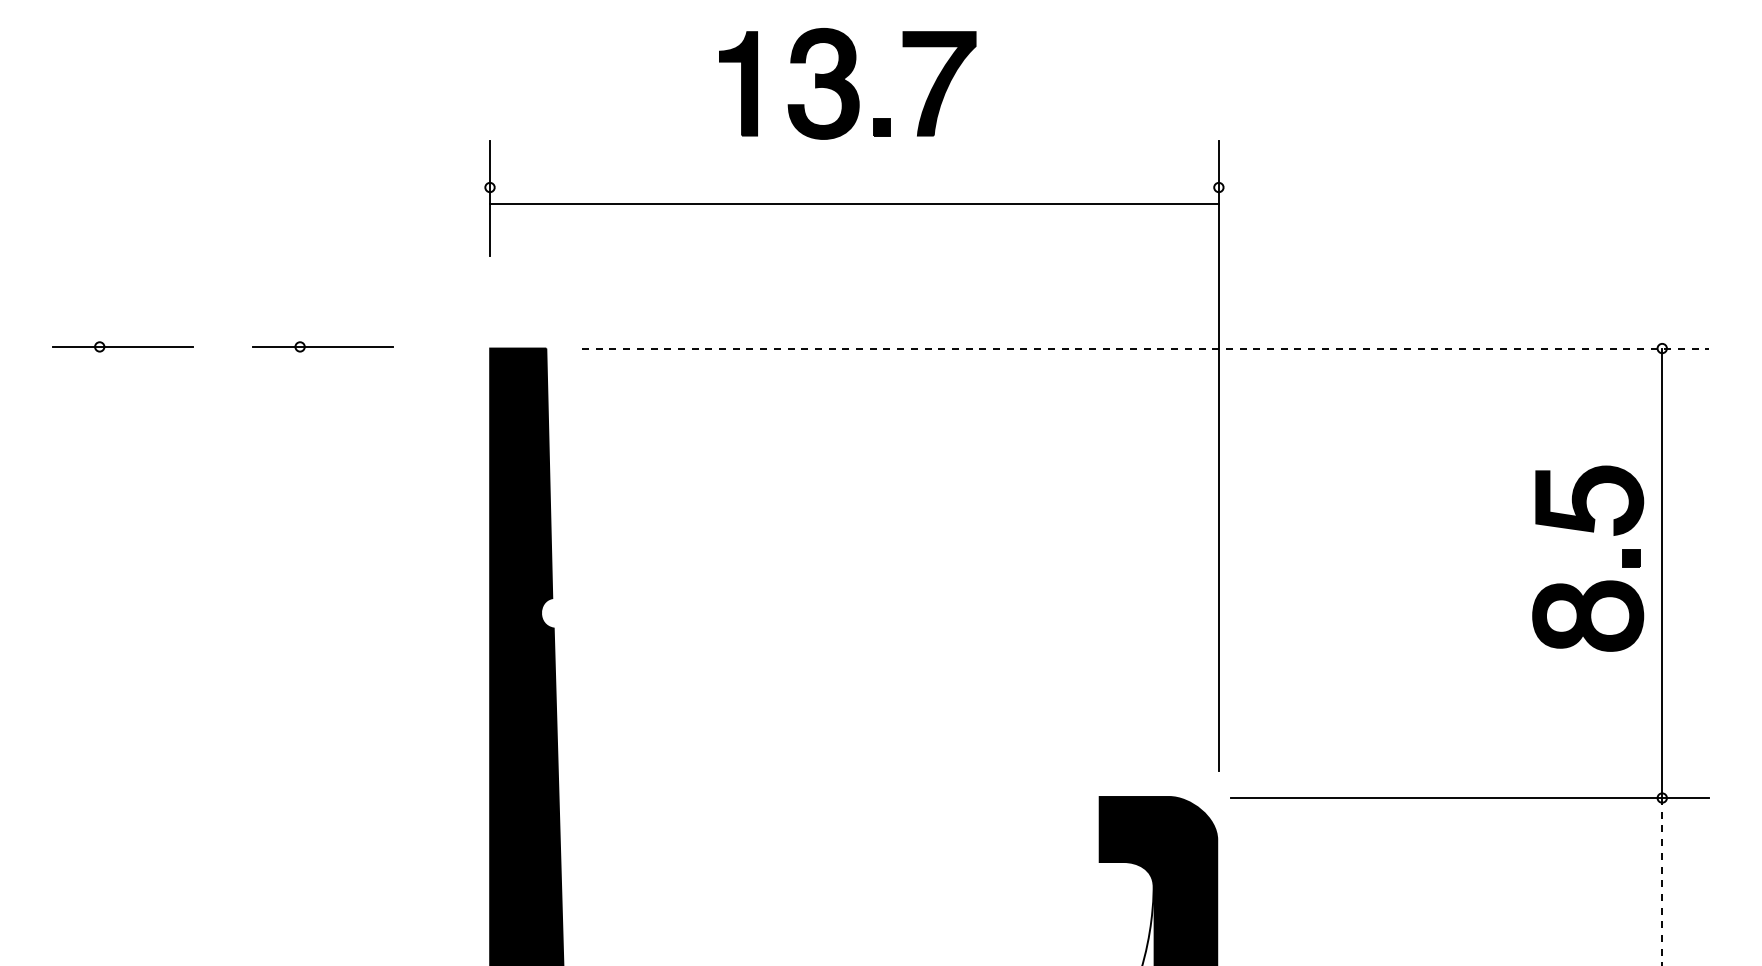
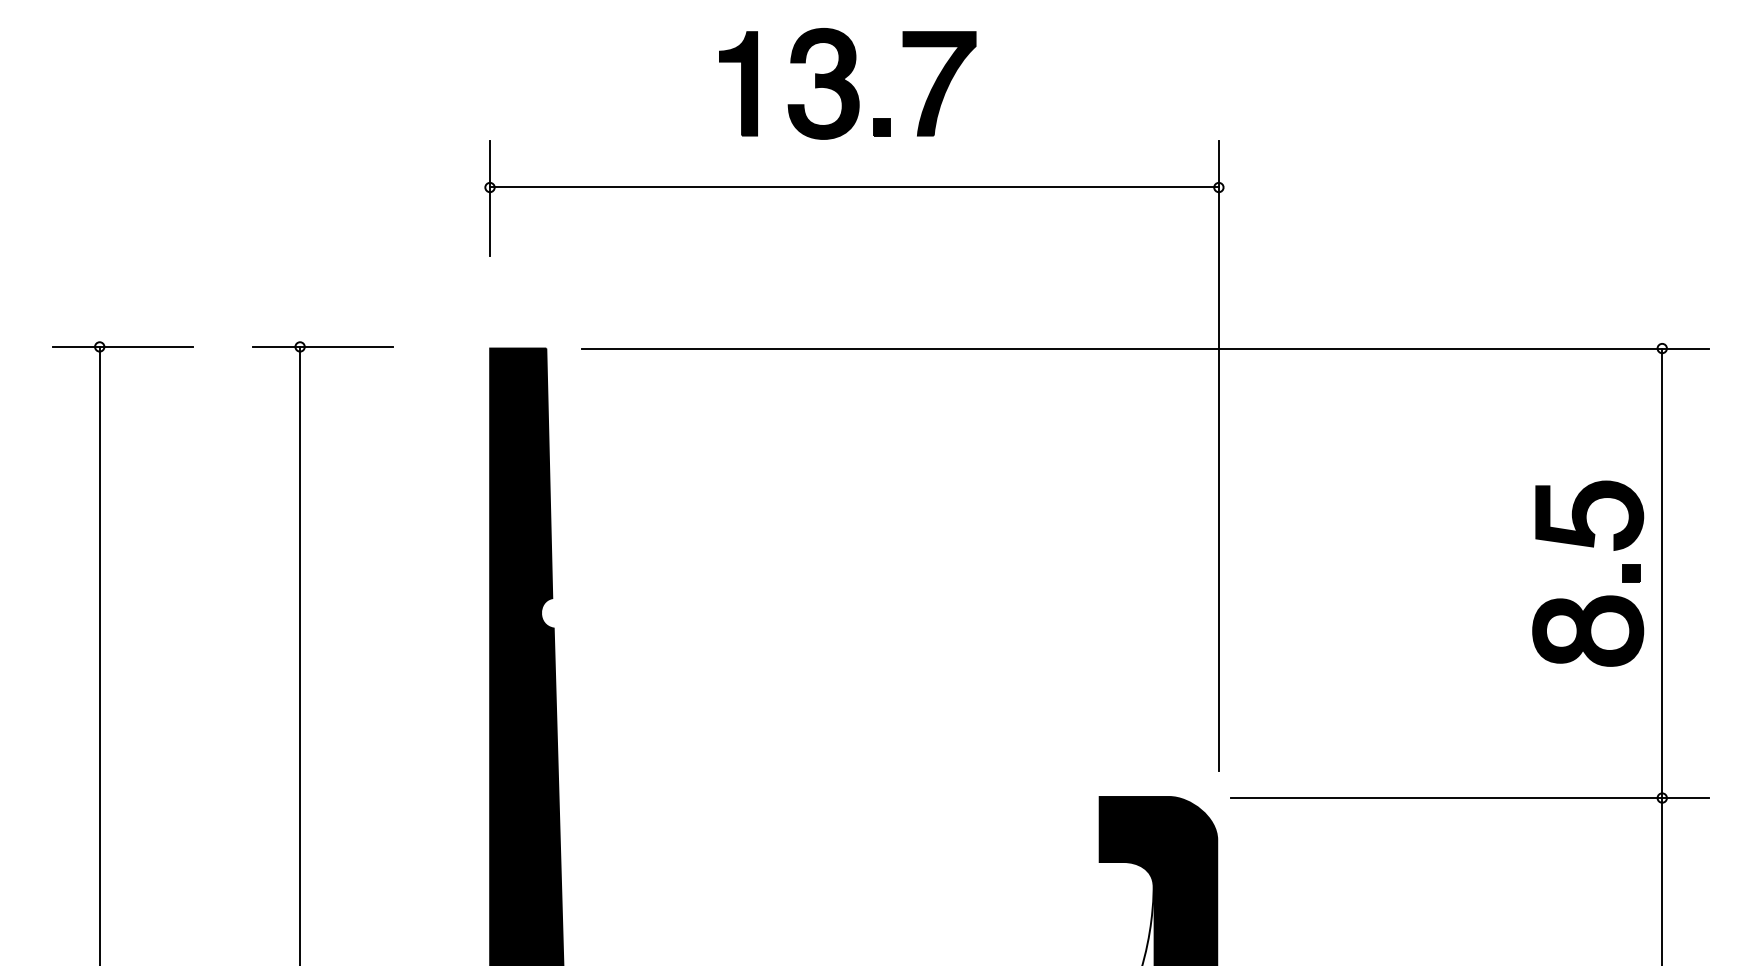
line at (854, 204) position: (854, 204) -> (854, 187)
line at (1145, 348): dashed -> solid
part at (1597, 582) position: (1597, 582) -> (1597, 597)
line at (99, 654): none -> present
line at (300, 654): none -> present
line at (1662, 882): dashed -> solid
